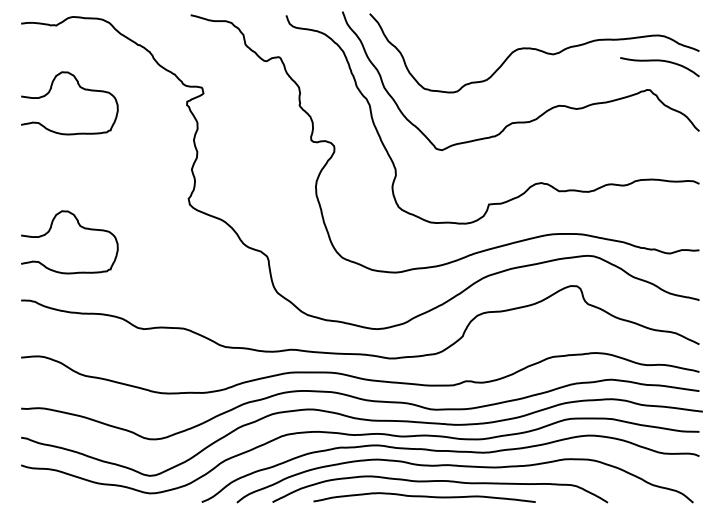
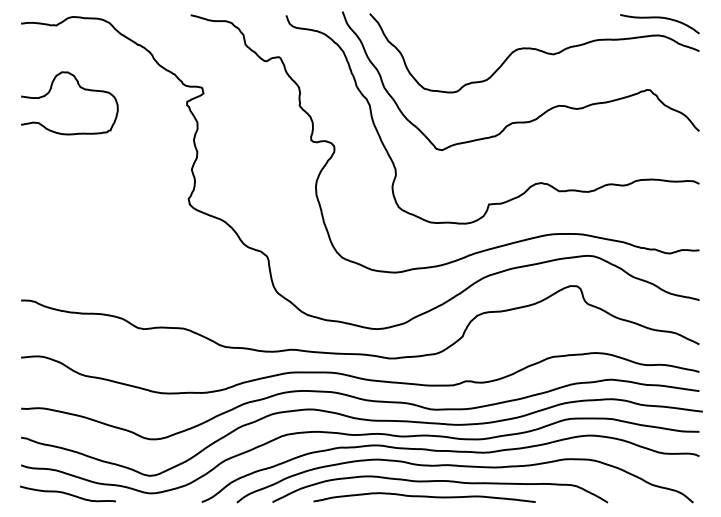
curve at (659, 61) position: (659, 61) -> (659, 18)
curve at (80, 227): present -> none
curve at (67, 493): none -> present
